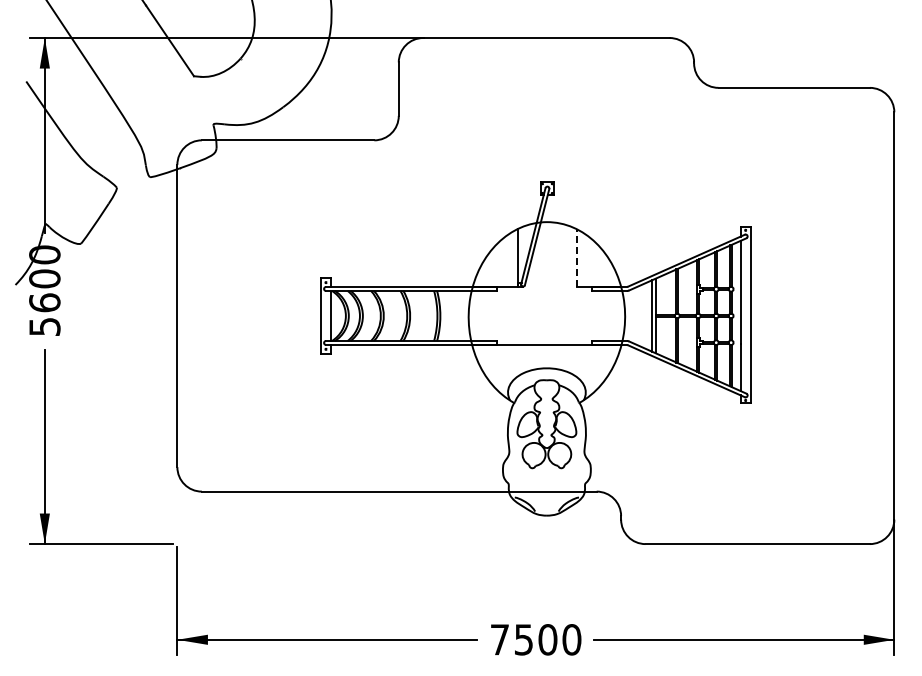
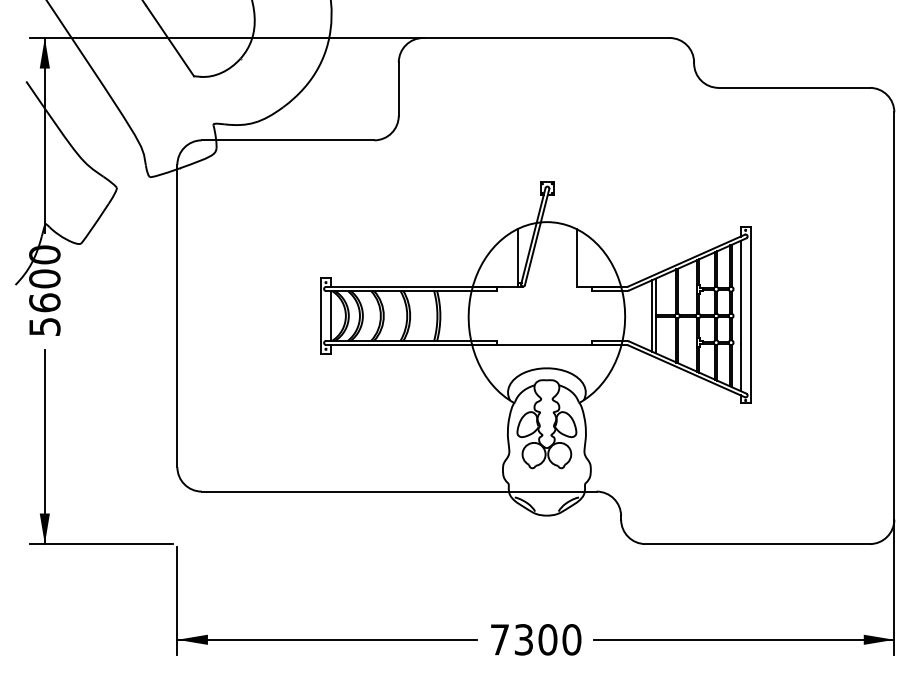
line at (576, 257): dashed -> solid
text at (523, 639): 7500 -> 7300
